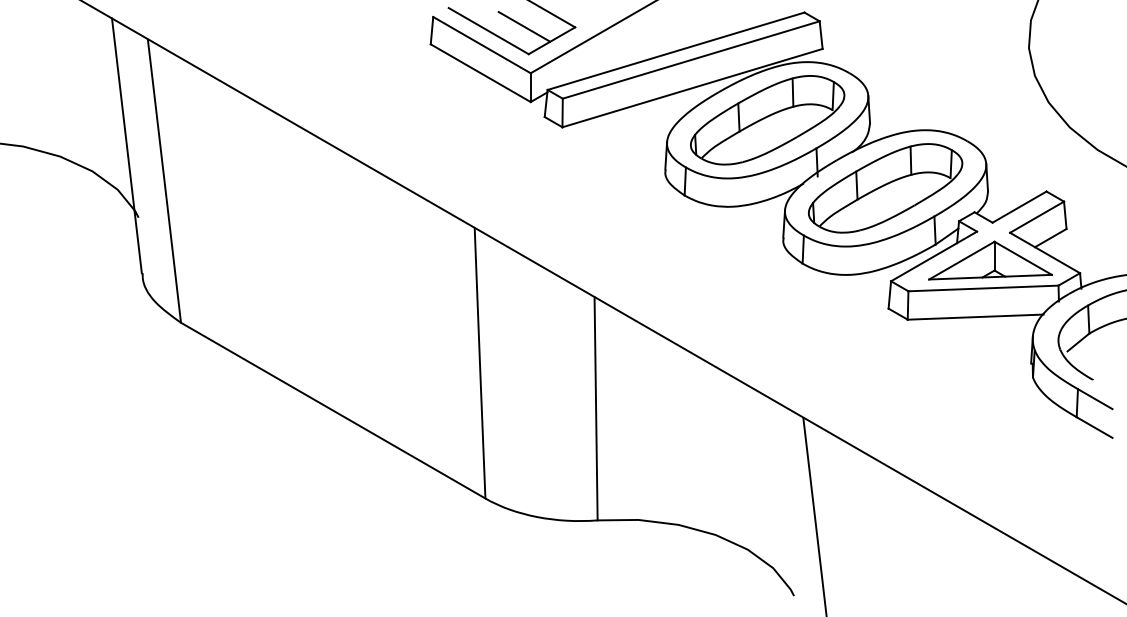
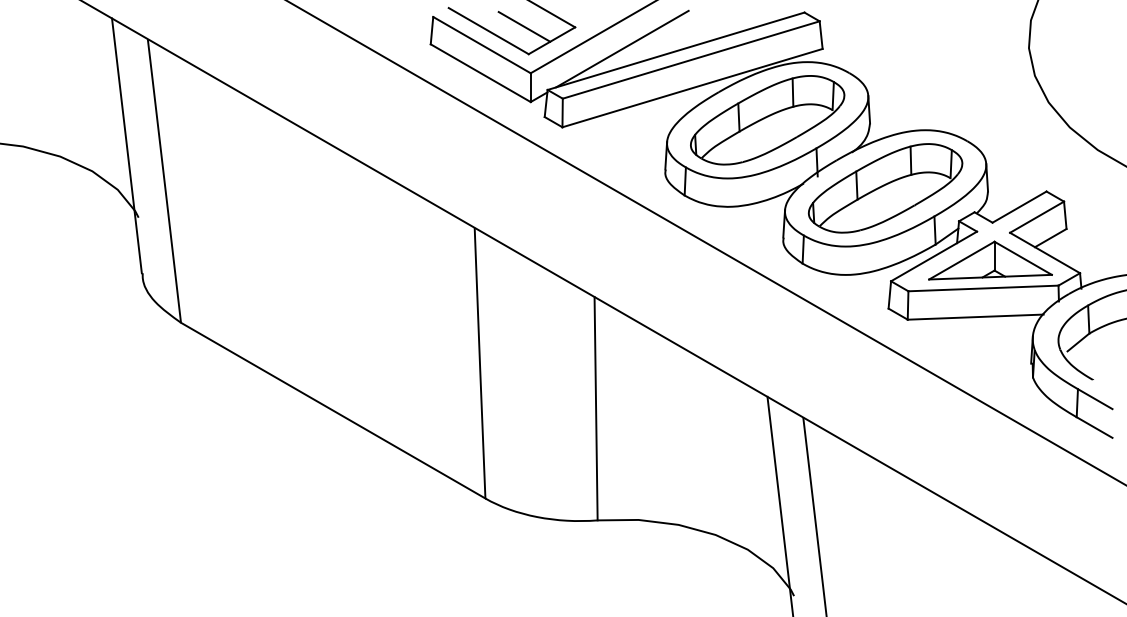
line at (622, 48): none -> present
line at (706, 242): none -> present
line at (779, 504): none -> present
